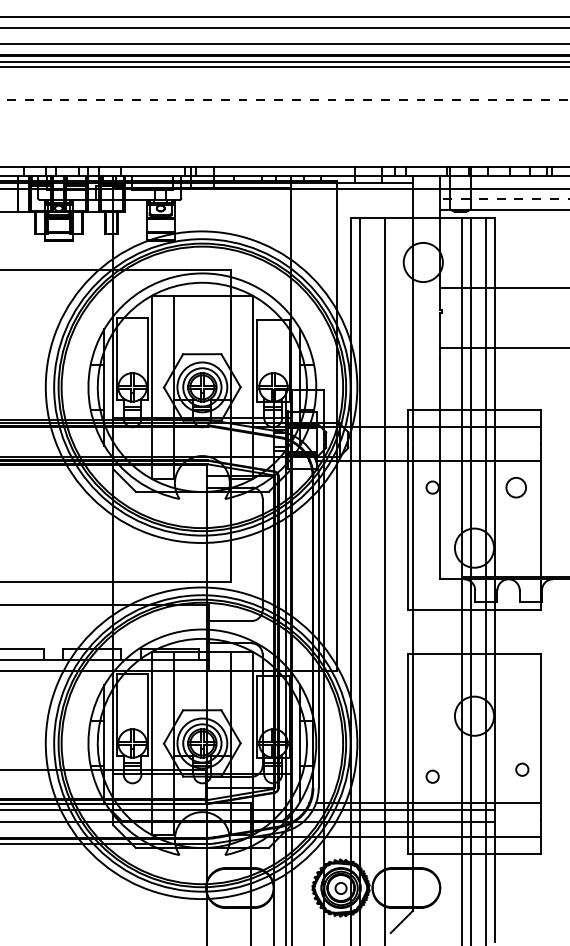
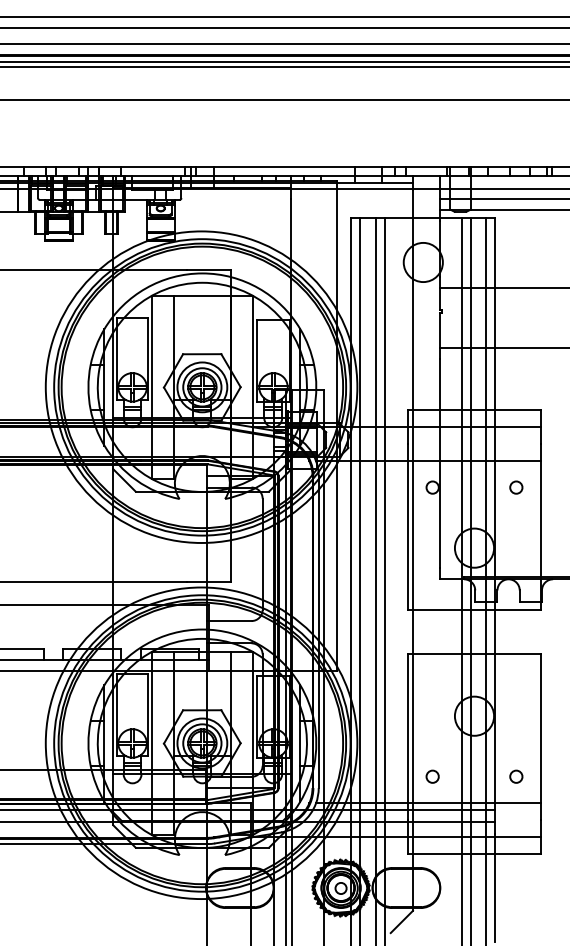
line at (284, 100): dashed -> solid
line at (504, 198): dashed -> solid
circle at (515, 487) size: 22x22 px -> 15x15 px
line at (375, 579): none -> present
circle at (522, 769) position: (522, 769) -> (516, 776)
